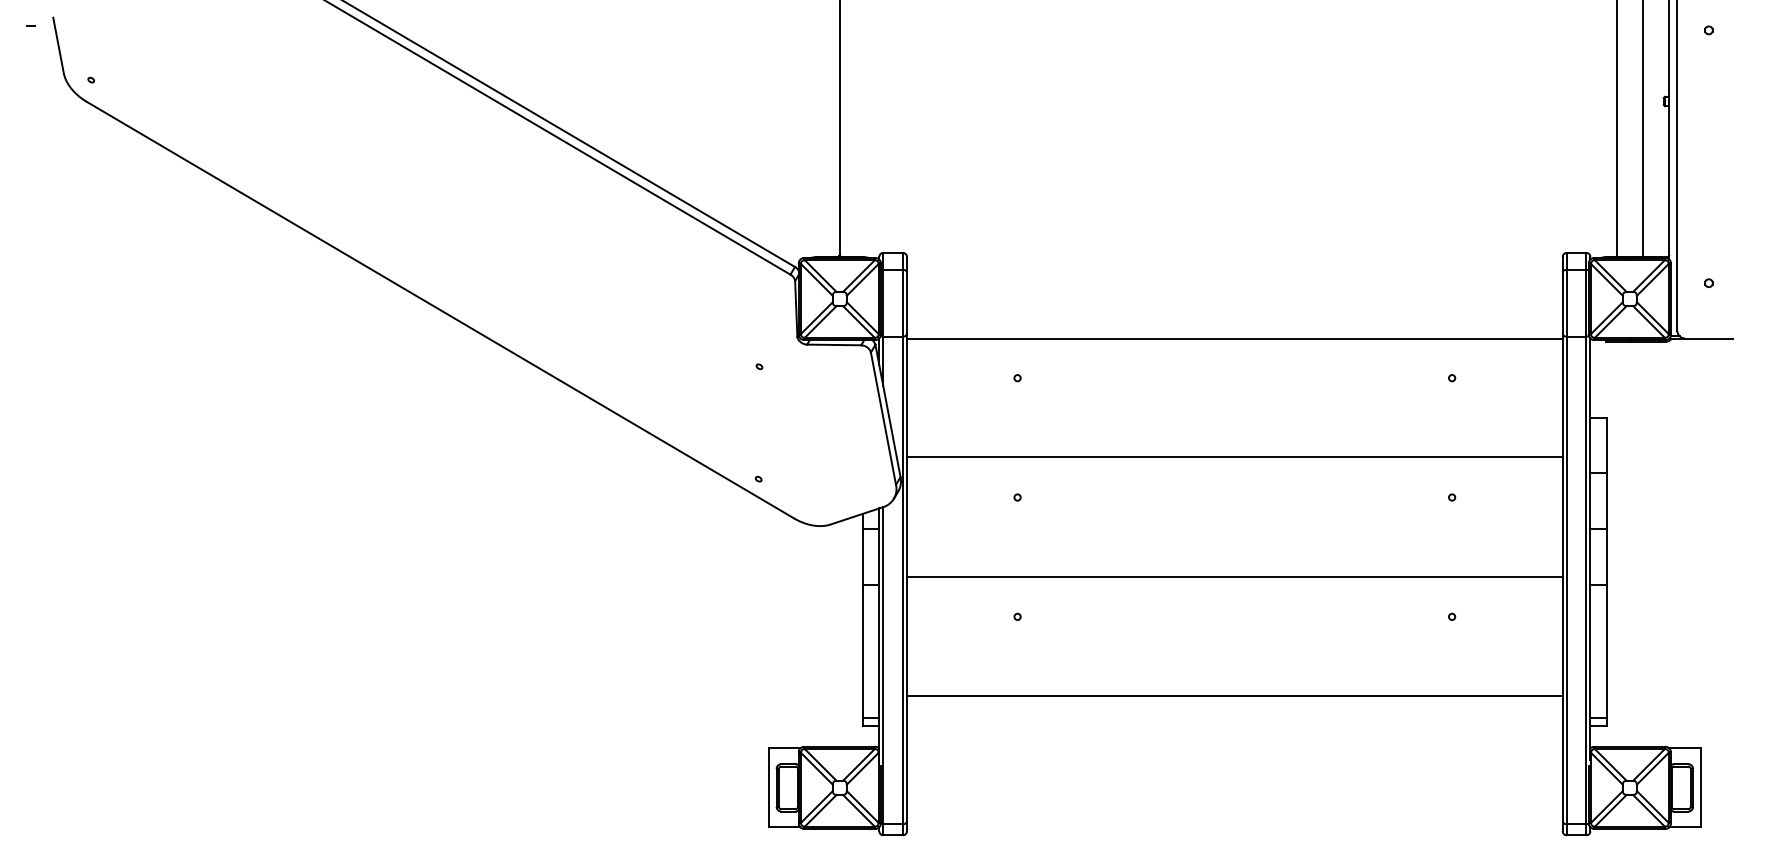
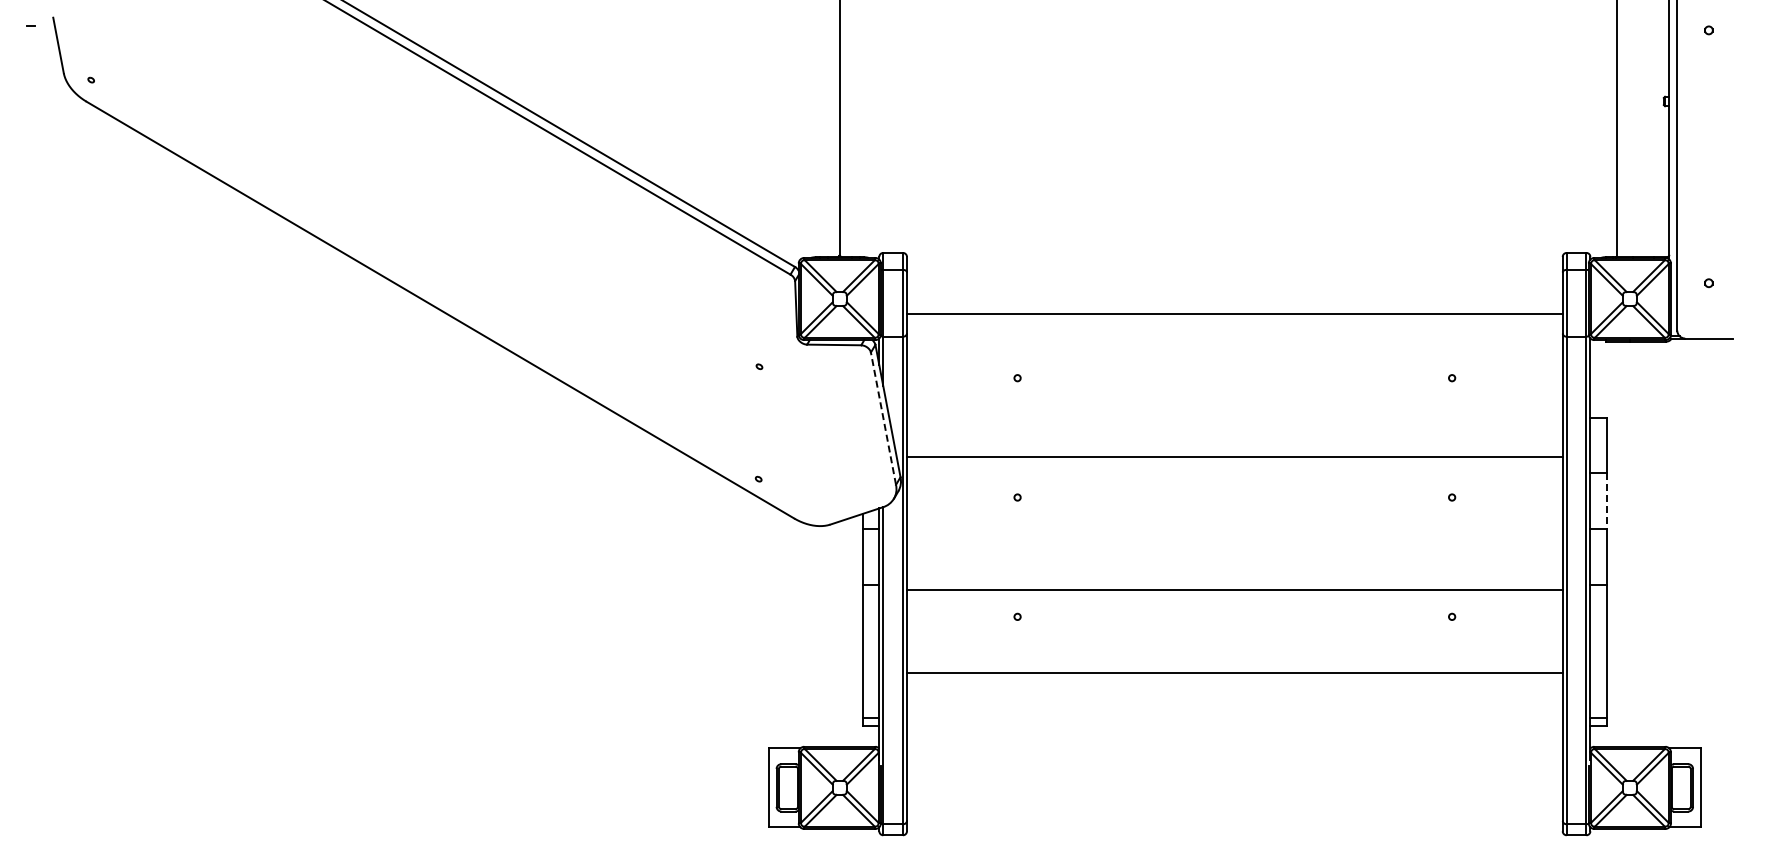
line at (1642, 129): present -> none
line at (1234, 338) position: (1234, 338) -> (1234, 313)
line at (883, 418): solid -> dashed
line at (1606, 501): solid -> dashed
line at (1234, 576) position: (1234, 576) -> (1234, 589)
line at (1234, 695) position: (1234, 695) -> (1234, 672)
